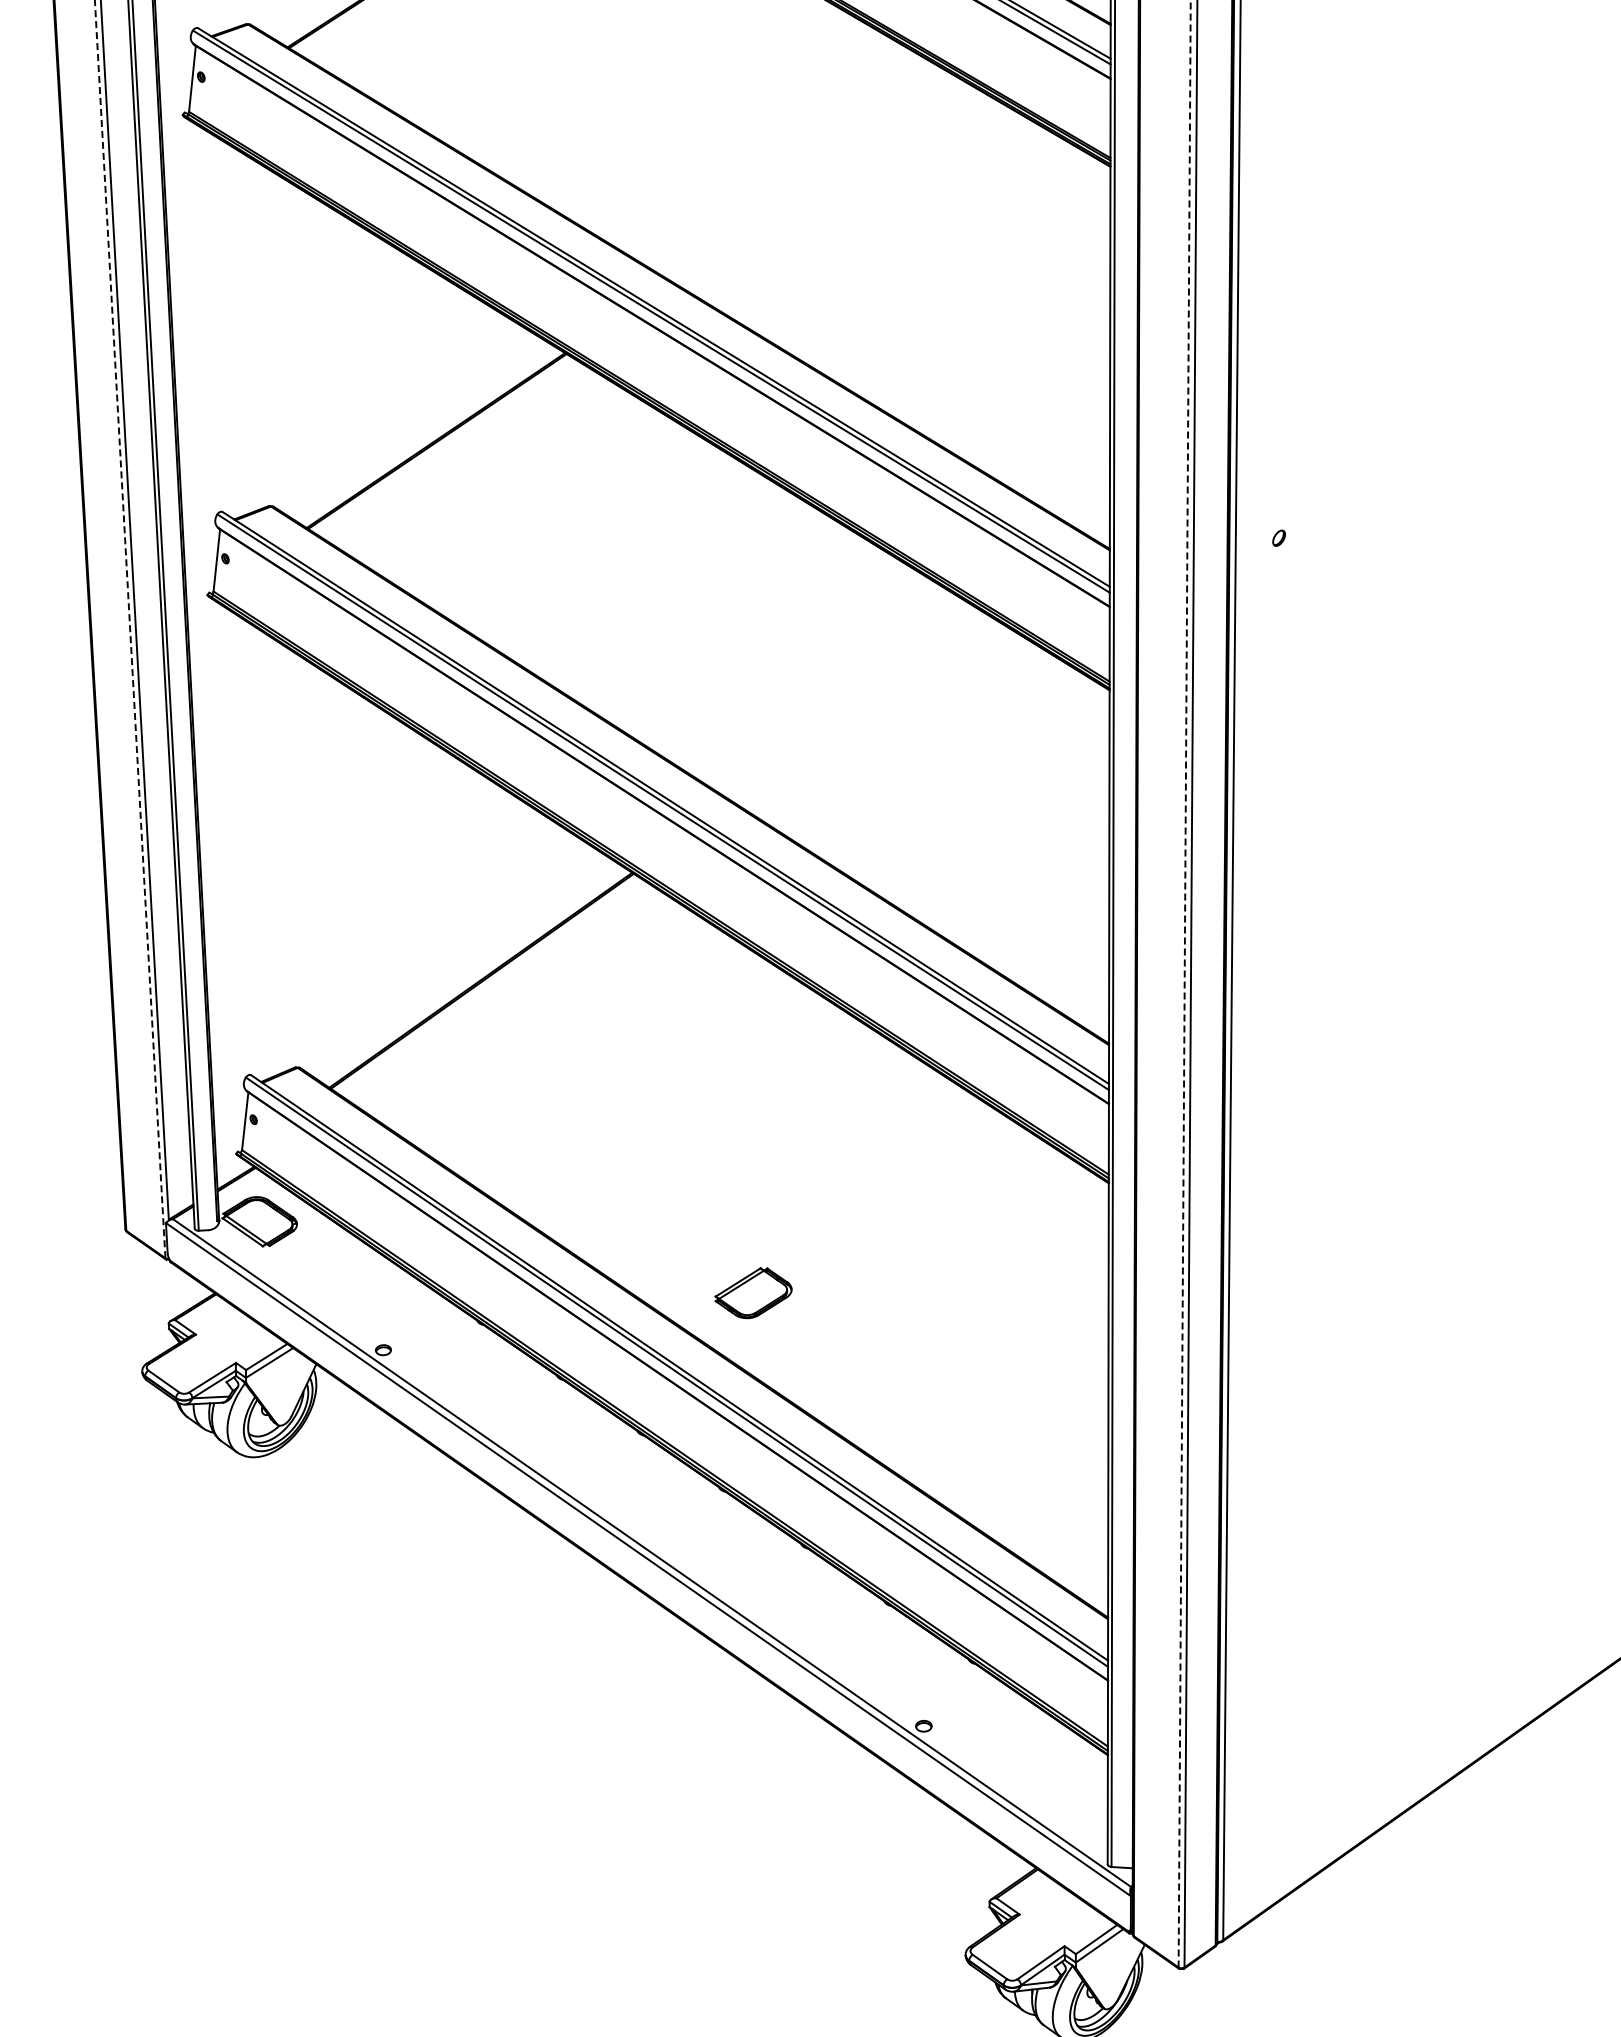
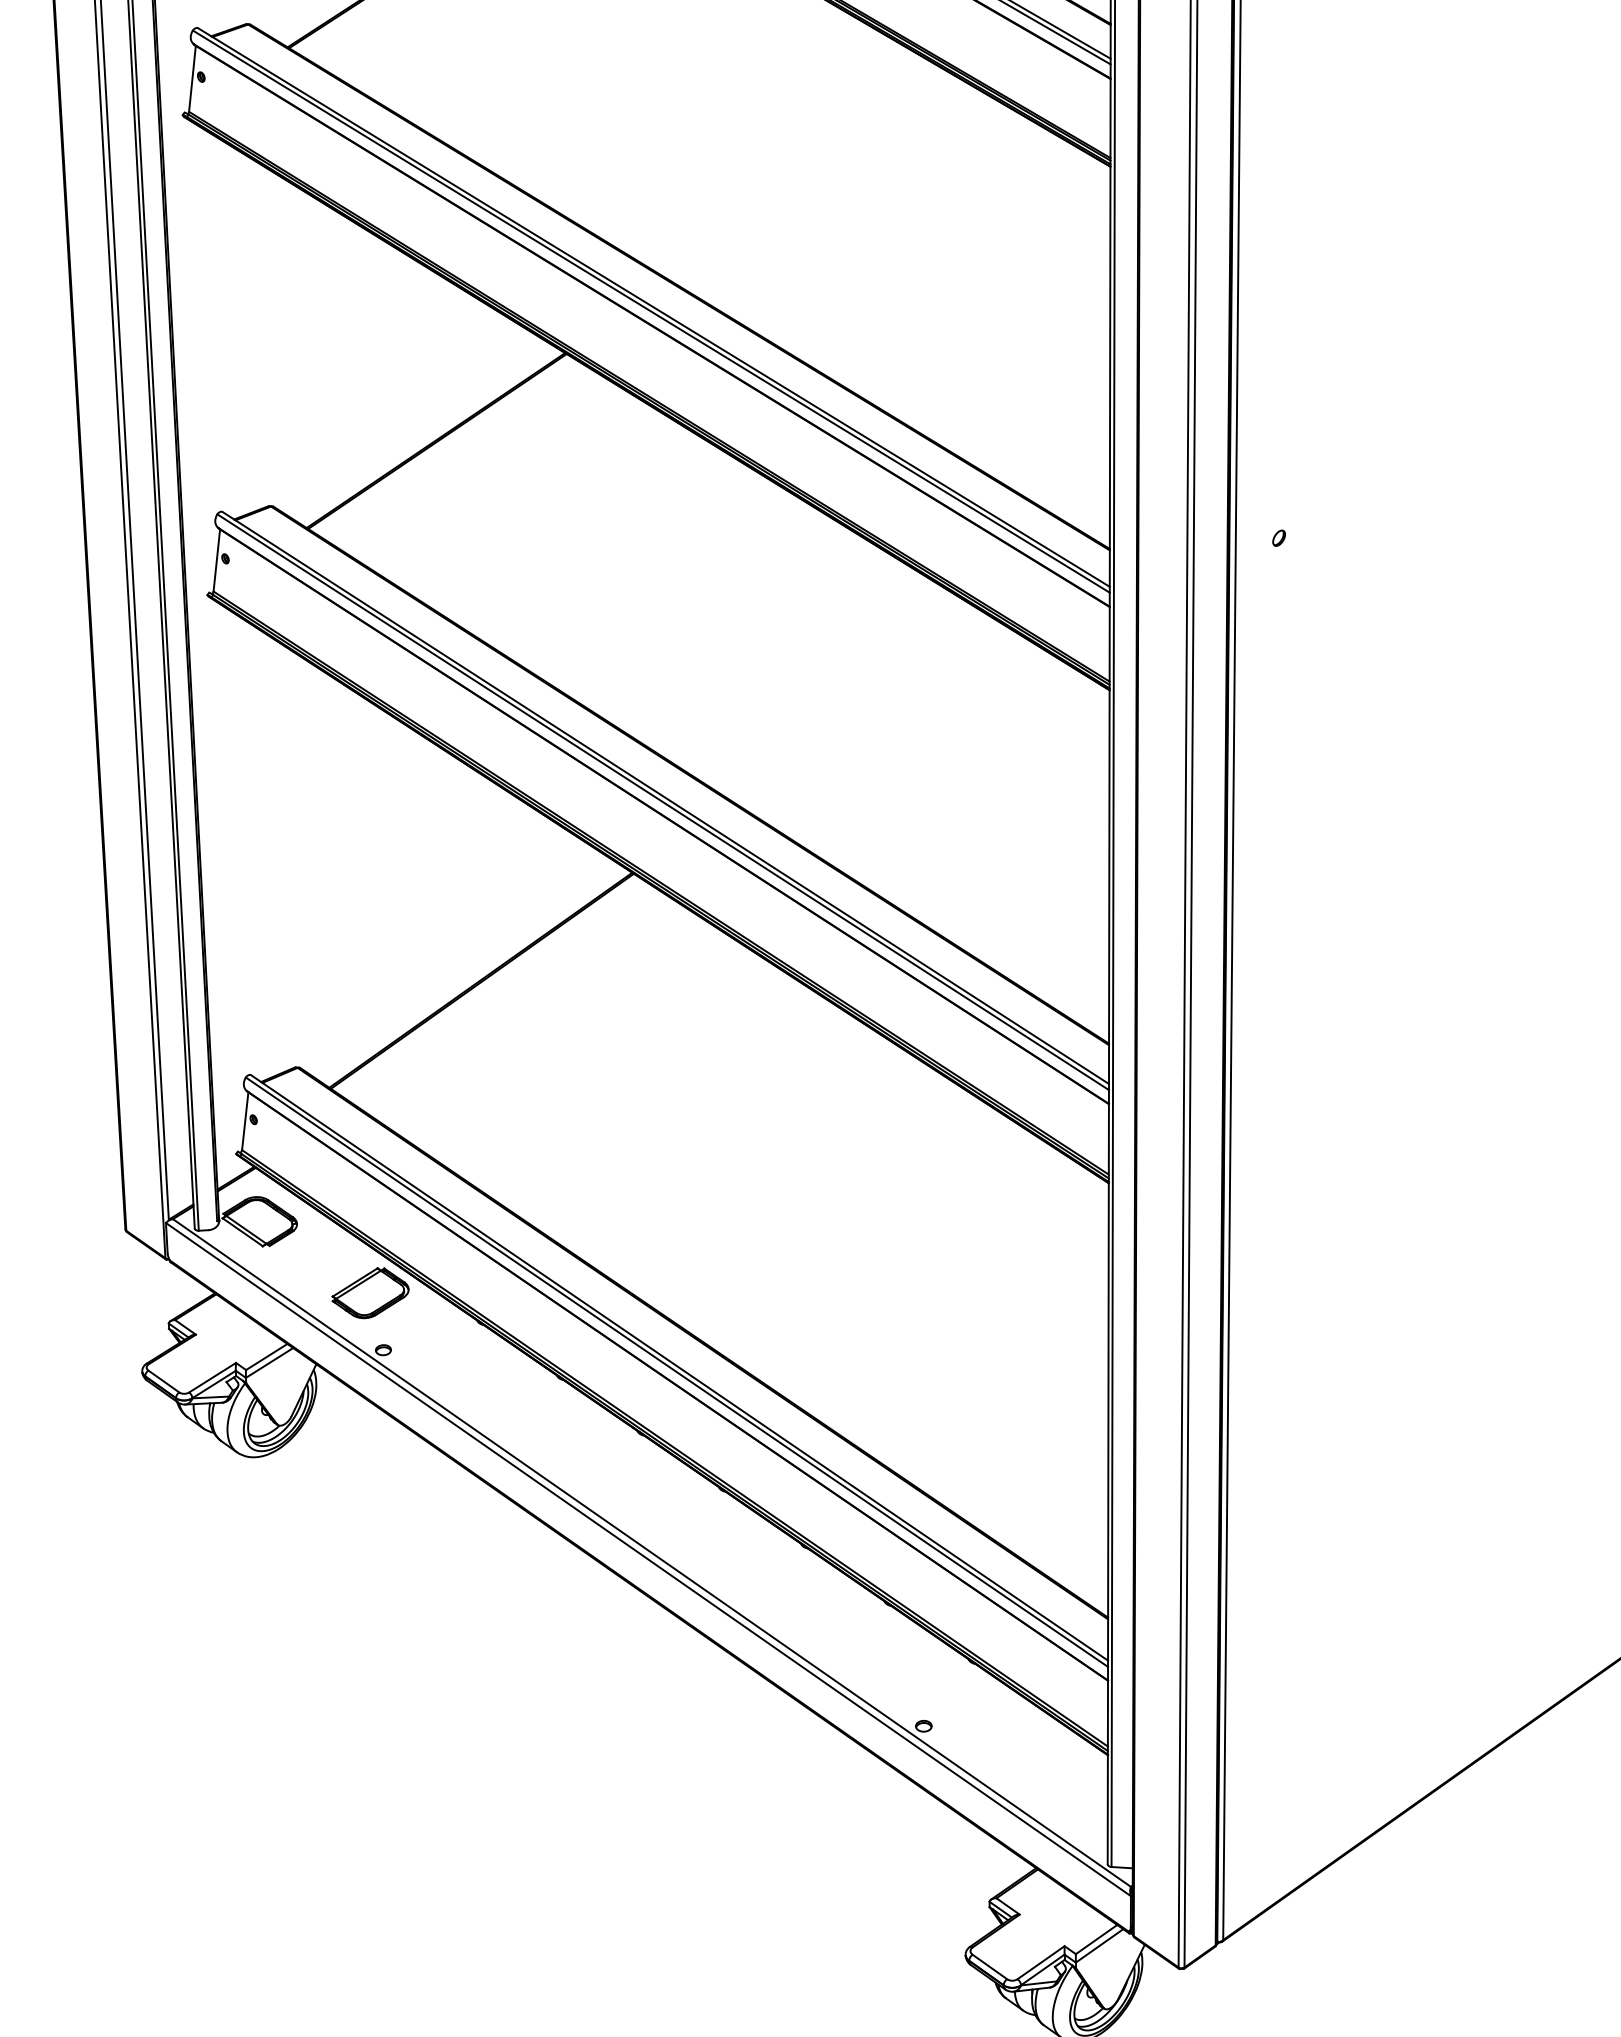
line at (130, 629): dashed -> solid
line at (1184, 983): dashed -> solid
part at (753, 1293) position: (753, 1293) -> (370, 1293)
